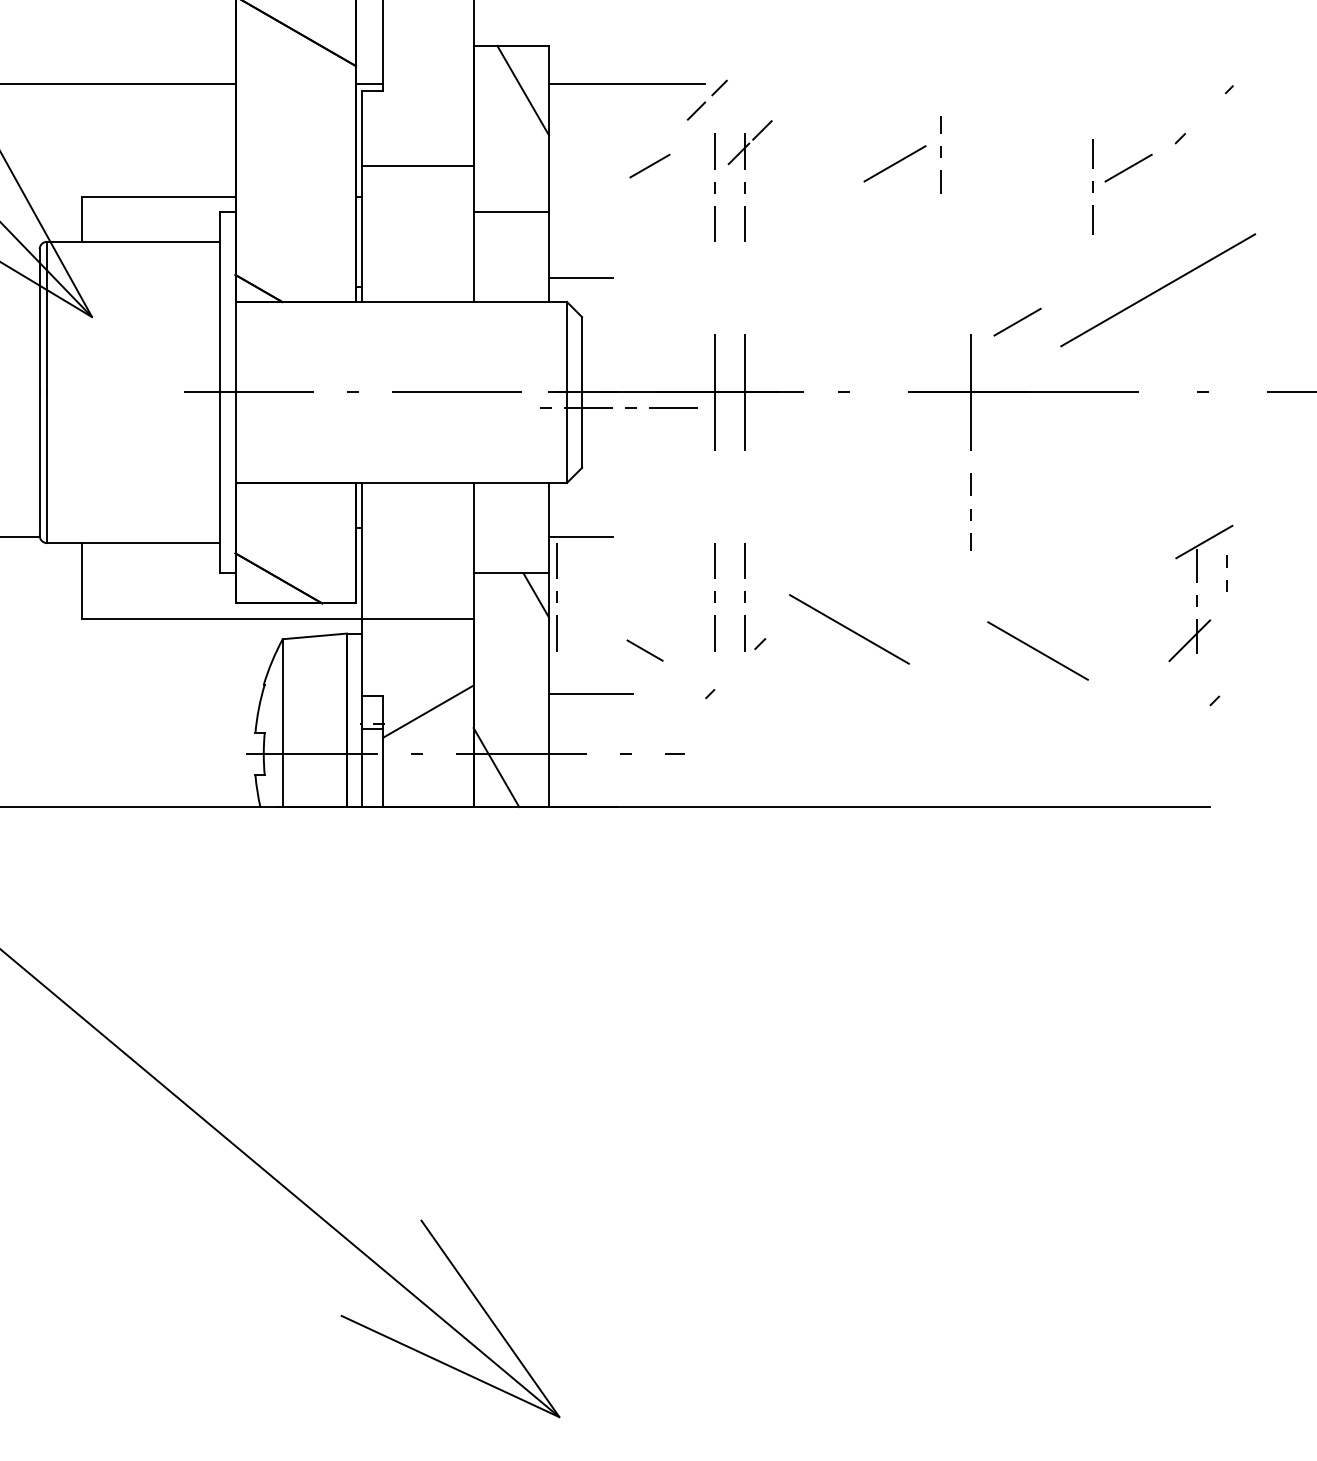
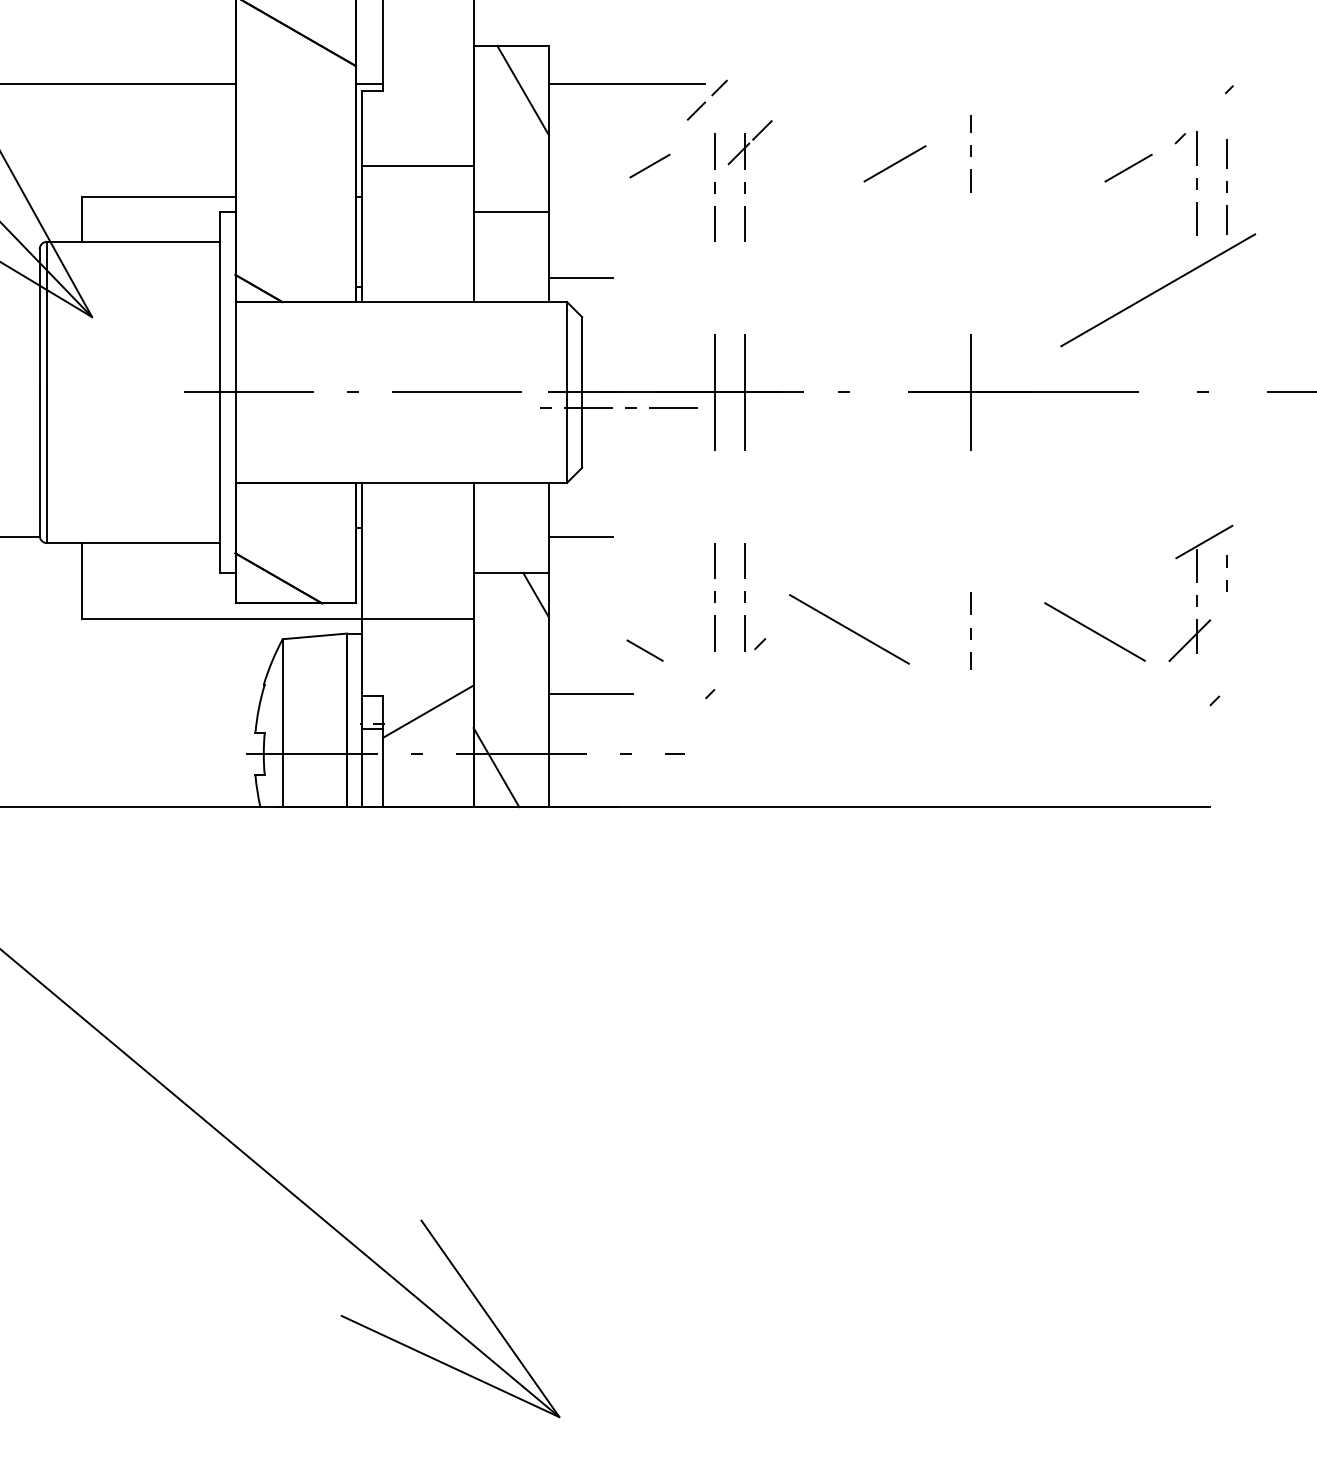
line at (940, 154) position: (940, 154) -> (970, 153)
line at (1196, 183): none -> present
line at (1092, 186) position: (1092, 186) -> (1226, 186)
line at (1017, 321): present -> none
line at (970, 511) position: (970, 511) -> (970, 630)
line at (556, 597): present -> none
line at (1037, 650) position: (1037, 650) -> (1094, 631)
